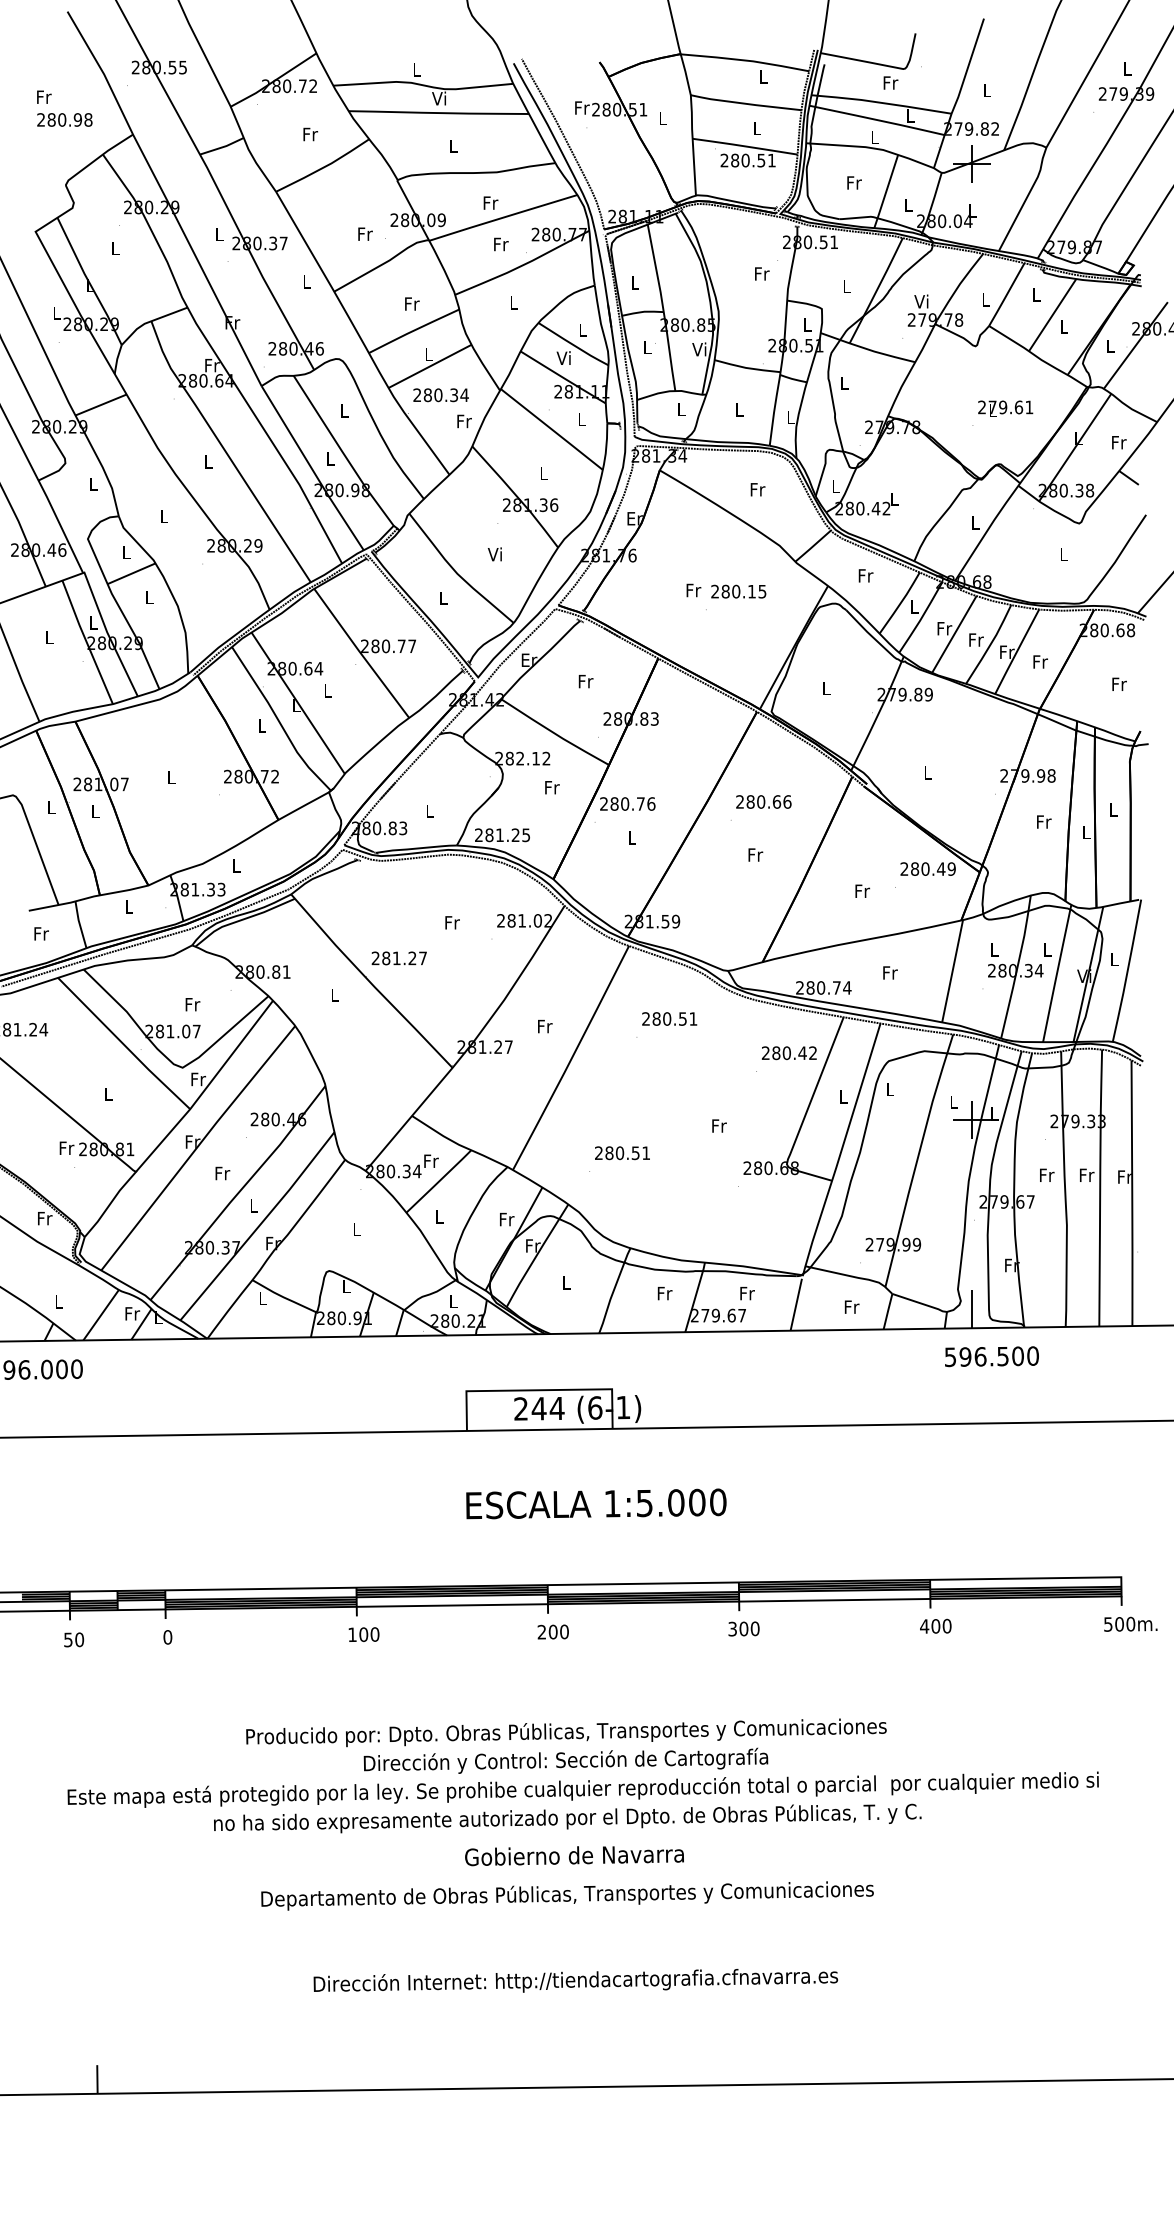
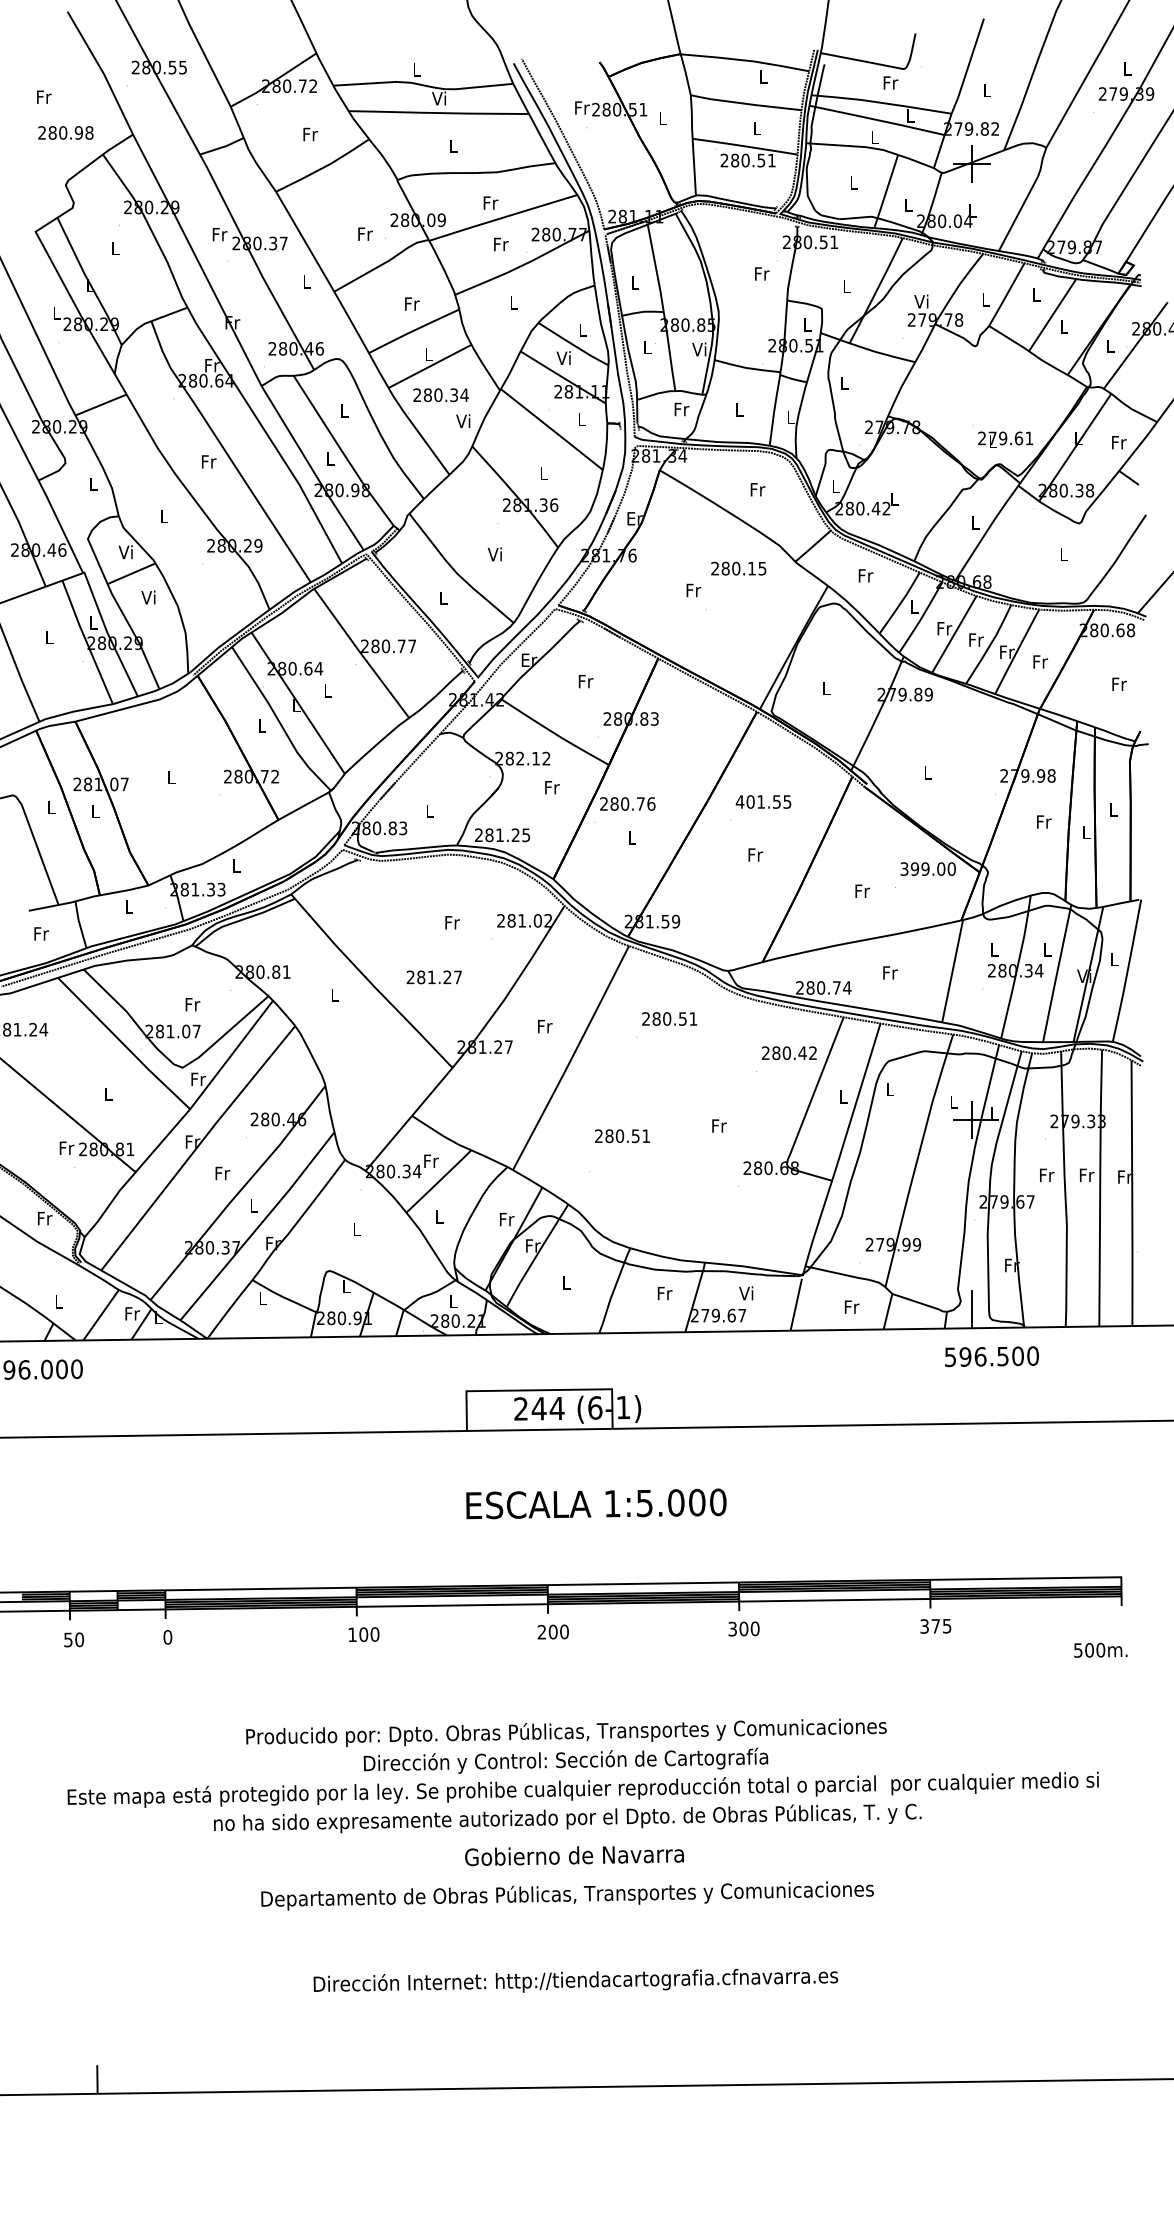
text at (64, 119) position: (64, 119) -> (65, 132)
text at (854, 182): Fr -> L
text at (219, 234): L -> Fr
text at (1005, 408) position: (1005, 408) -> (1005, 439)
text at (681, 409): L -> Fr
text at (463, 421): Fr -> Vi
text at (209, 461): L -> Fr
text at (125, 551): L -> Vi
text at (738, 591) position: (738, 591) -> (738, 568)
text at (148, 597): L -> Vi
text at (763, 801): 280.66 -> 401.55
text at (927, 868): 280.49 -> 399.00
text at (398, 958) position: (398, 958) -> (433, 977)
text at (622, 1153) position: (622, 1153) -> (622, 1136)
text at (746, 1293): Fr -> Vi
text at (1130, 1623) position: (1130, 1623) -> (1100, 1649)
text at (935, 1625): 400 -> 375
